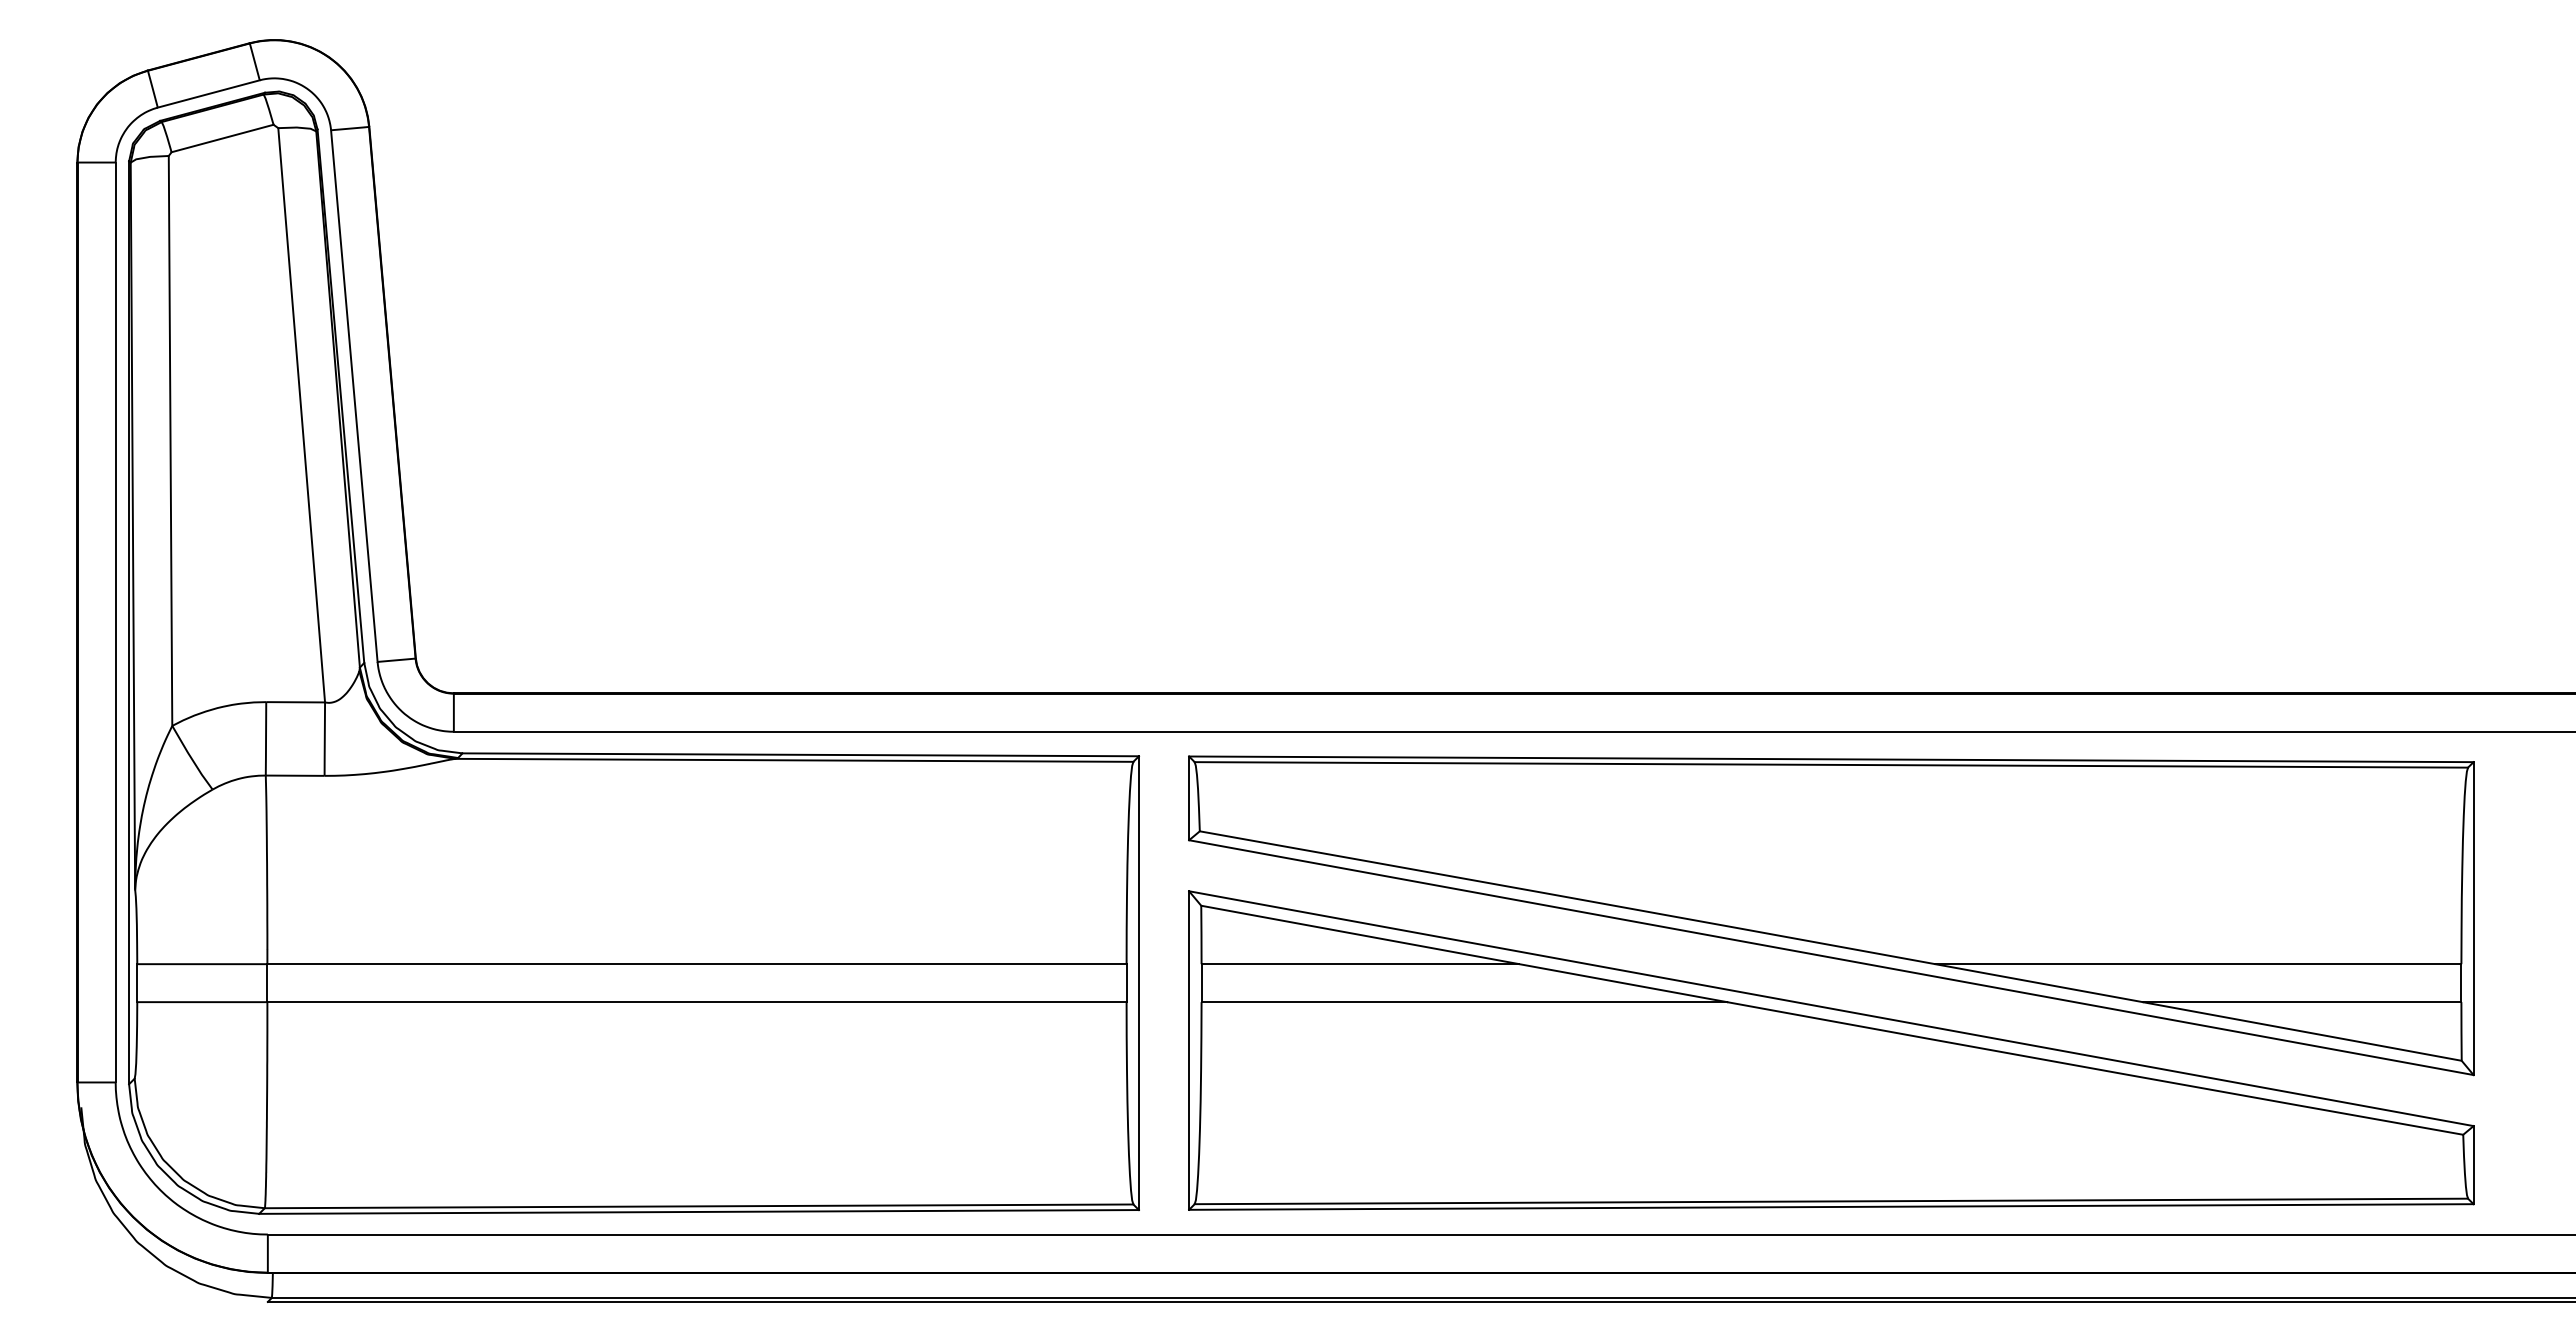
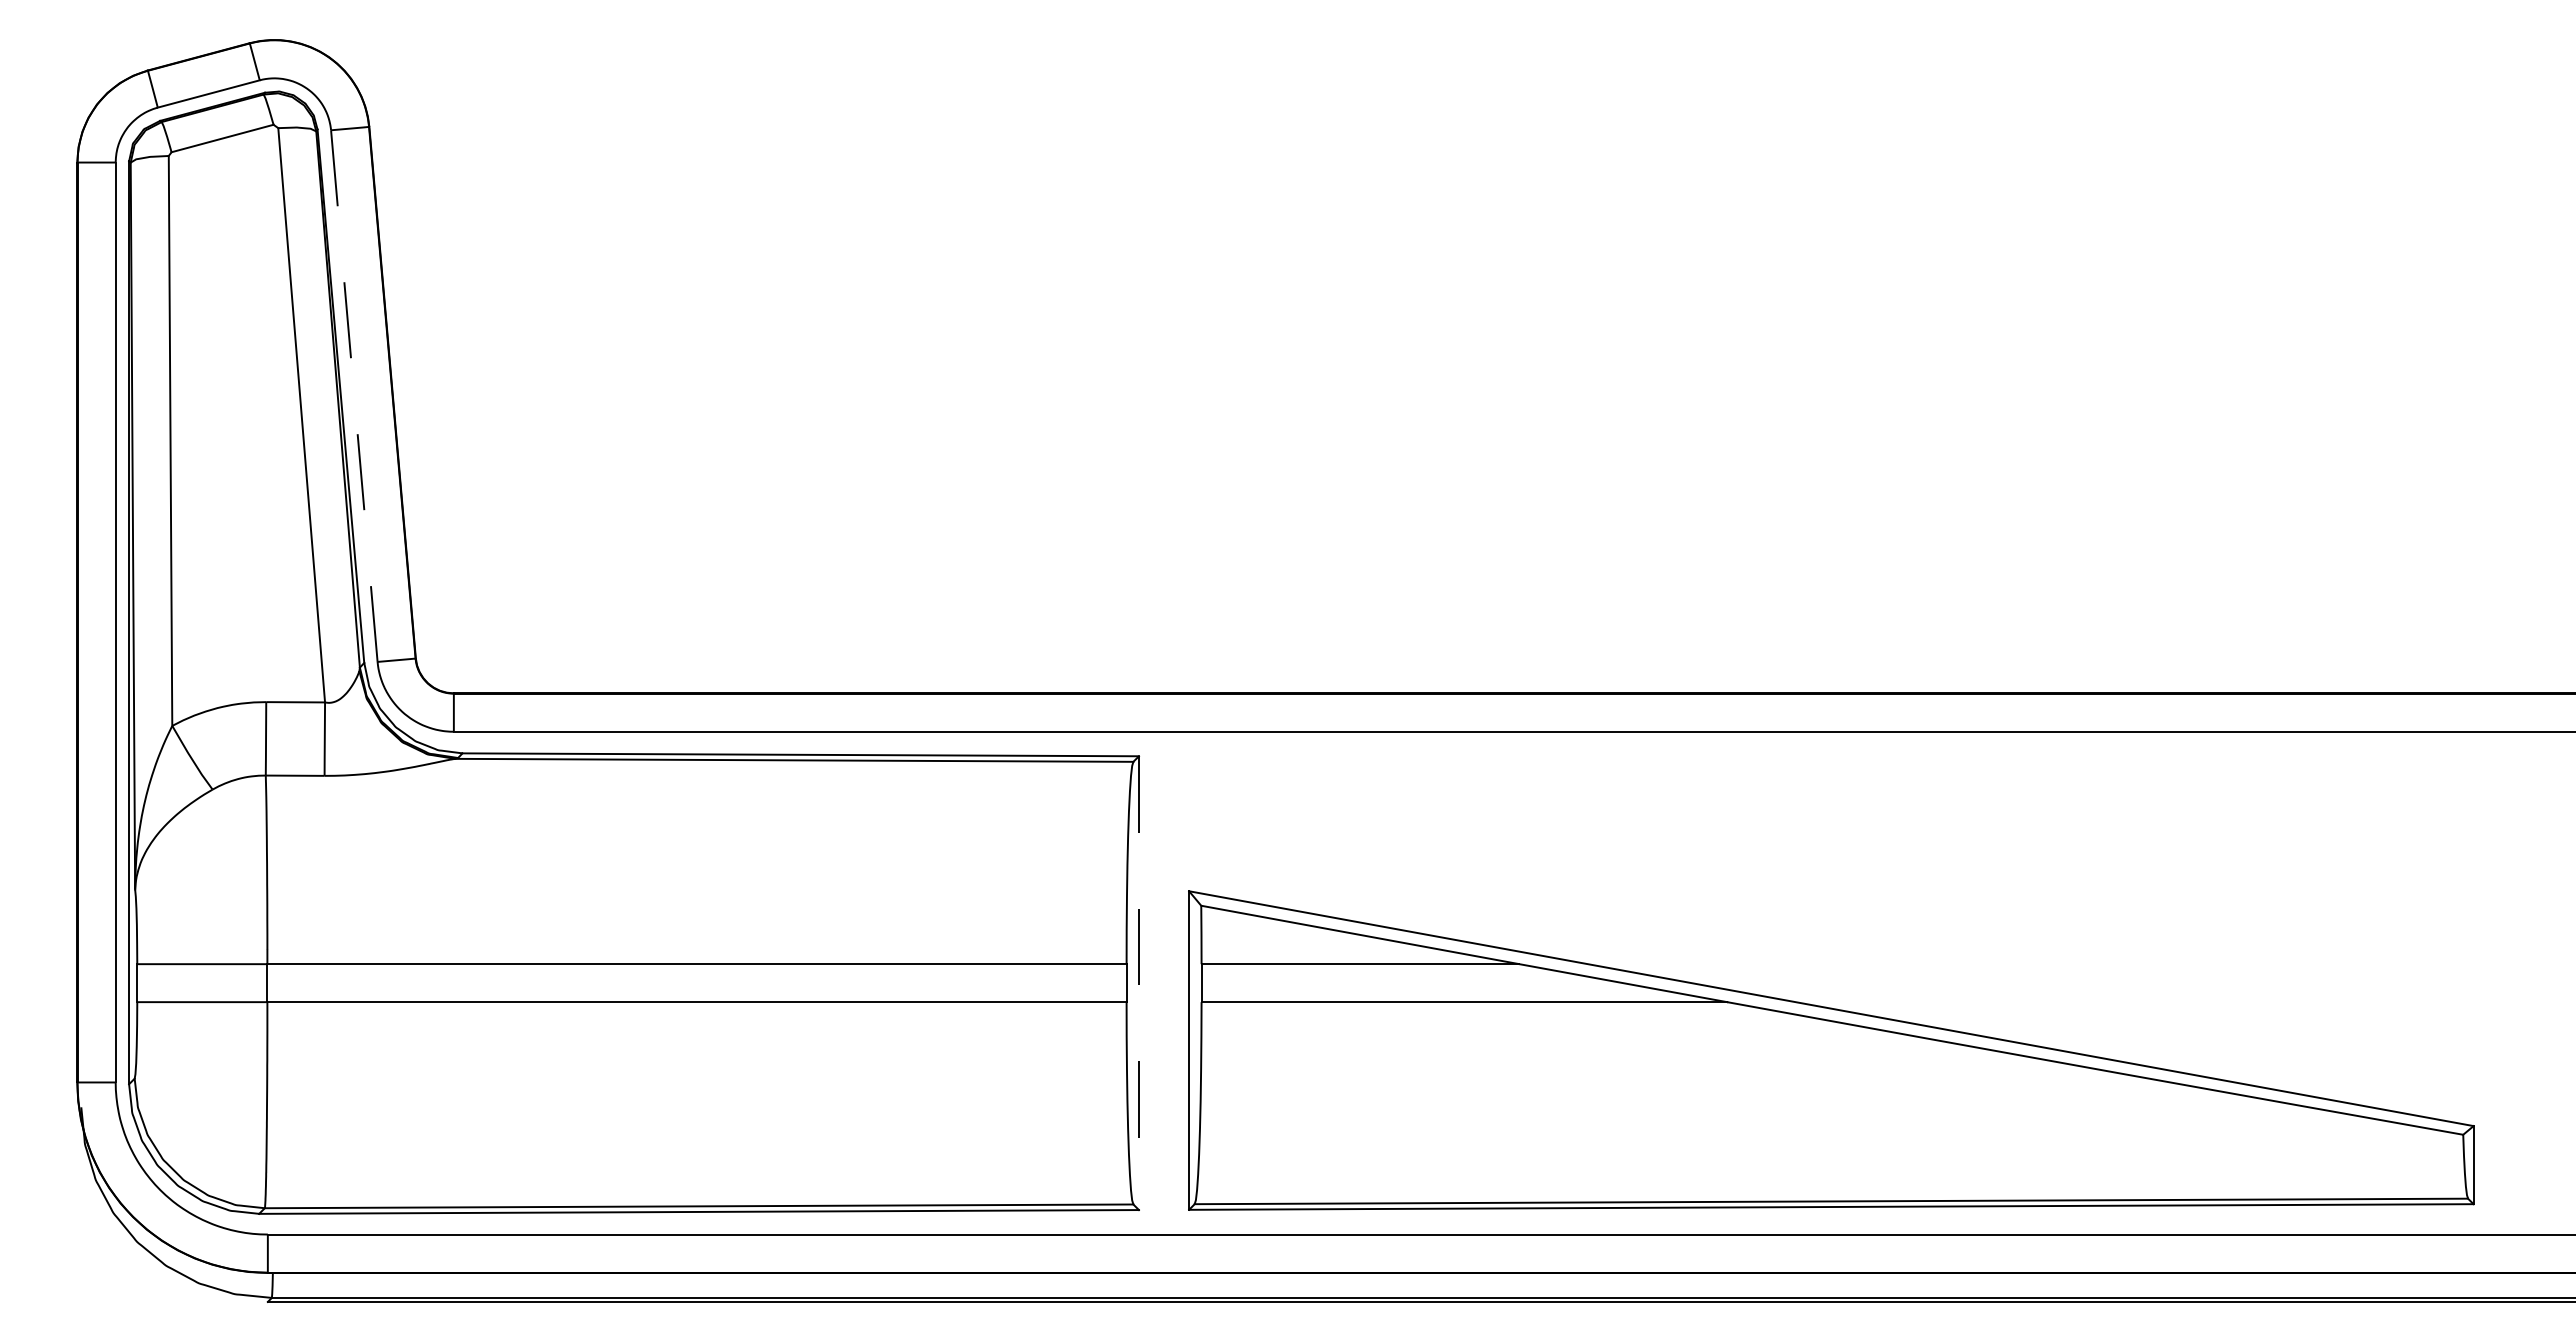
line at (354, 396): solid -> dashed
part at (1831, 915): present -> none
line at (1138, 983): solid -> dashed
